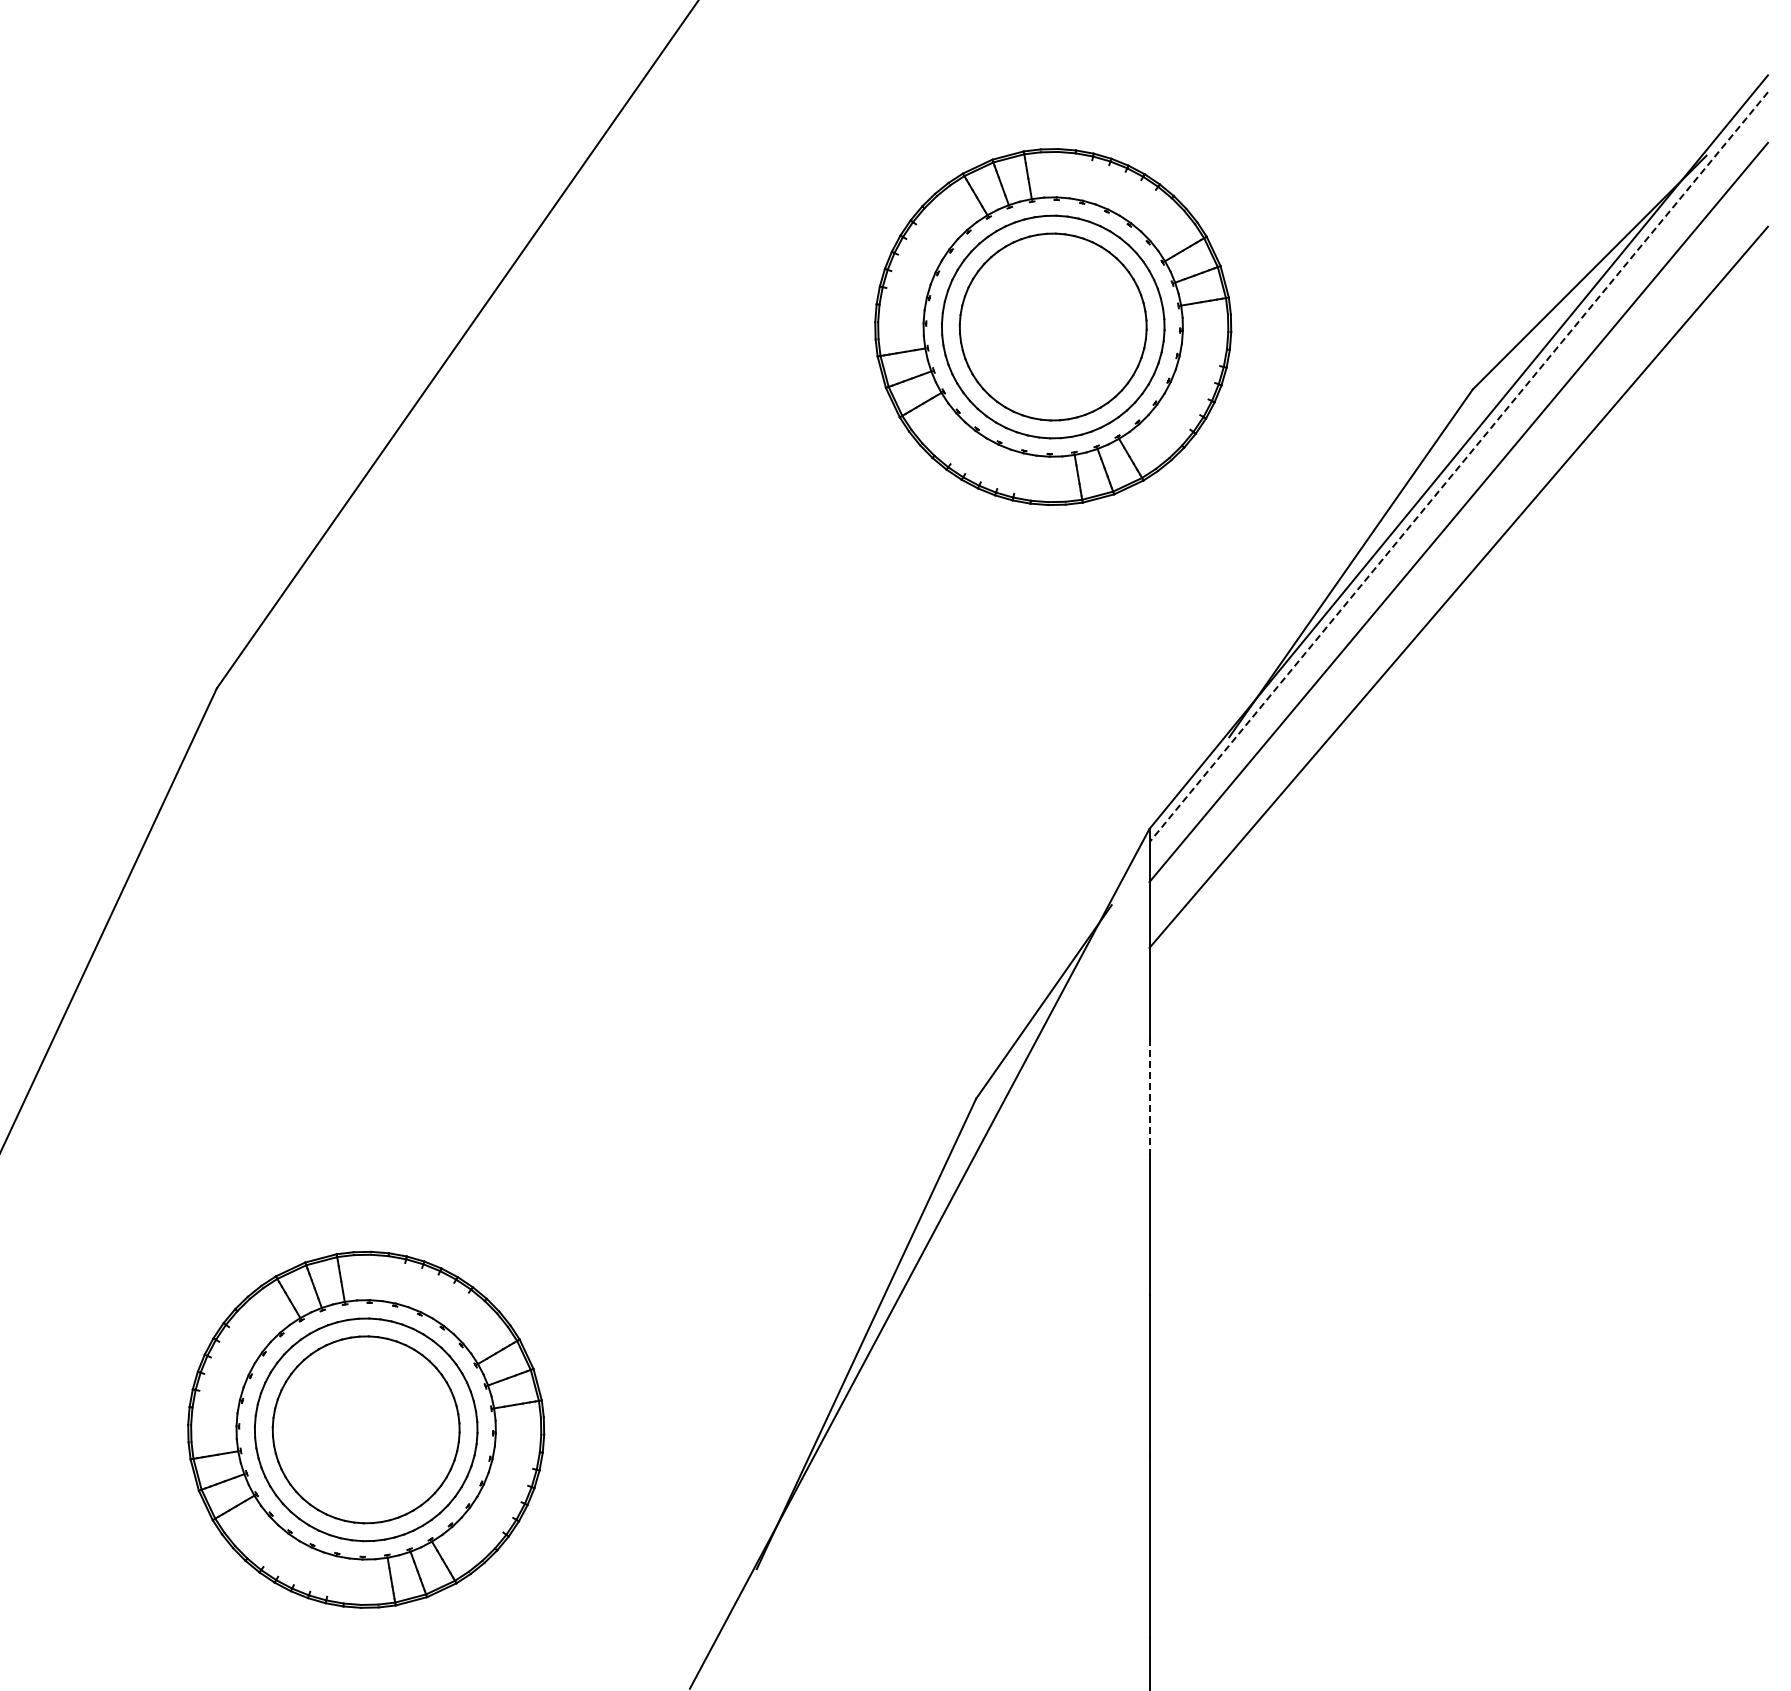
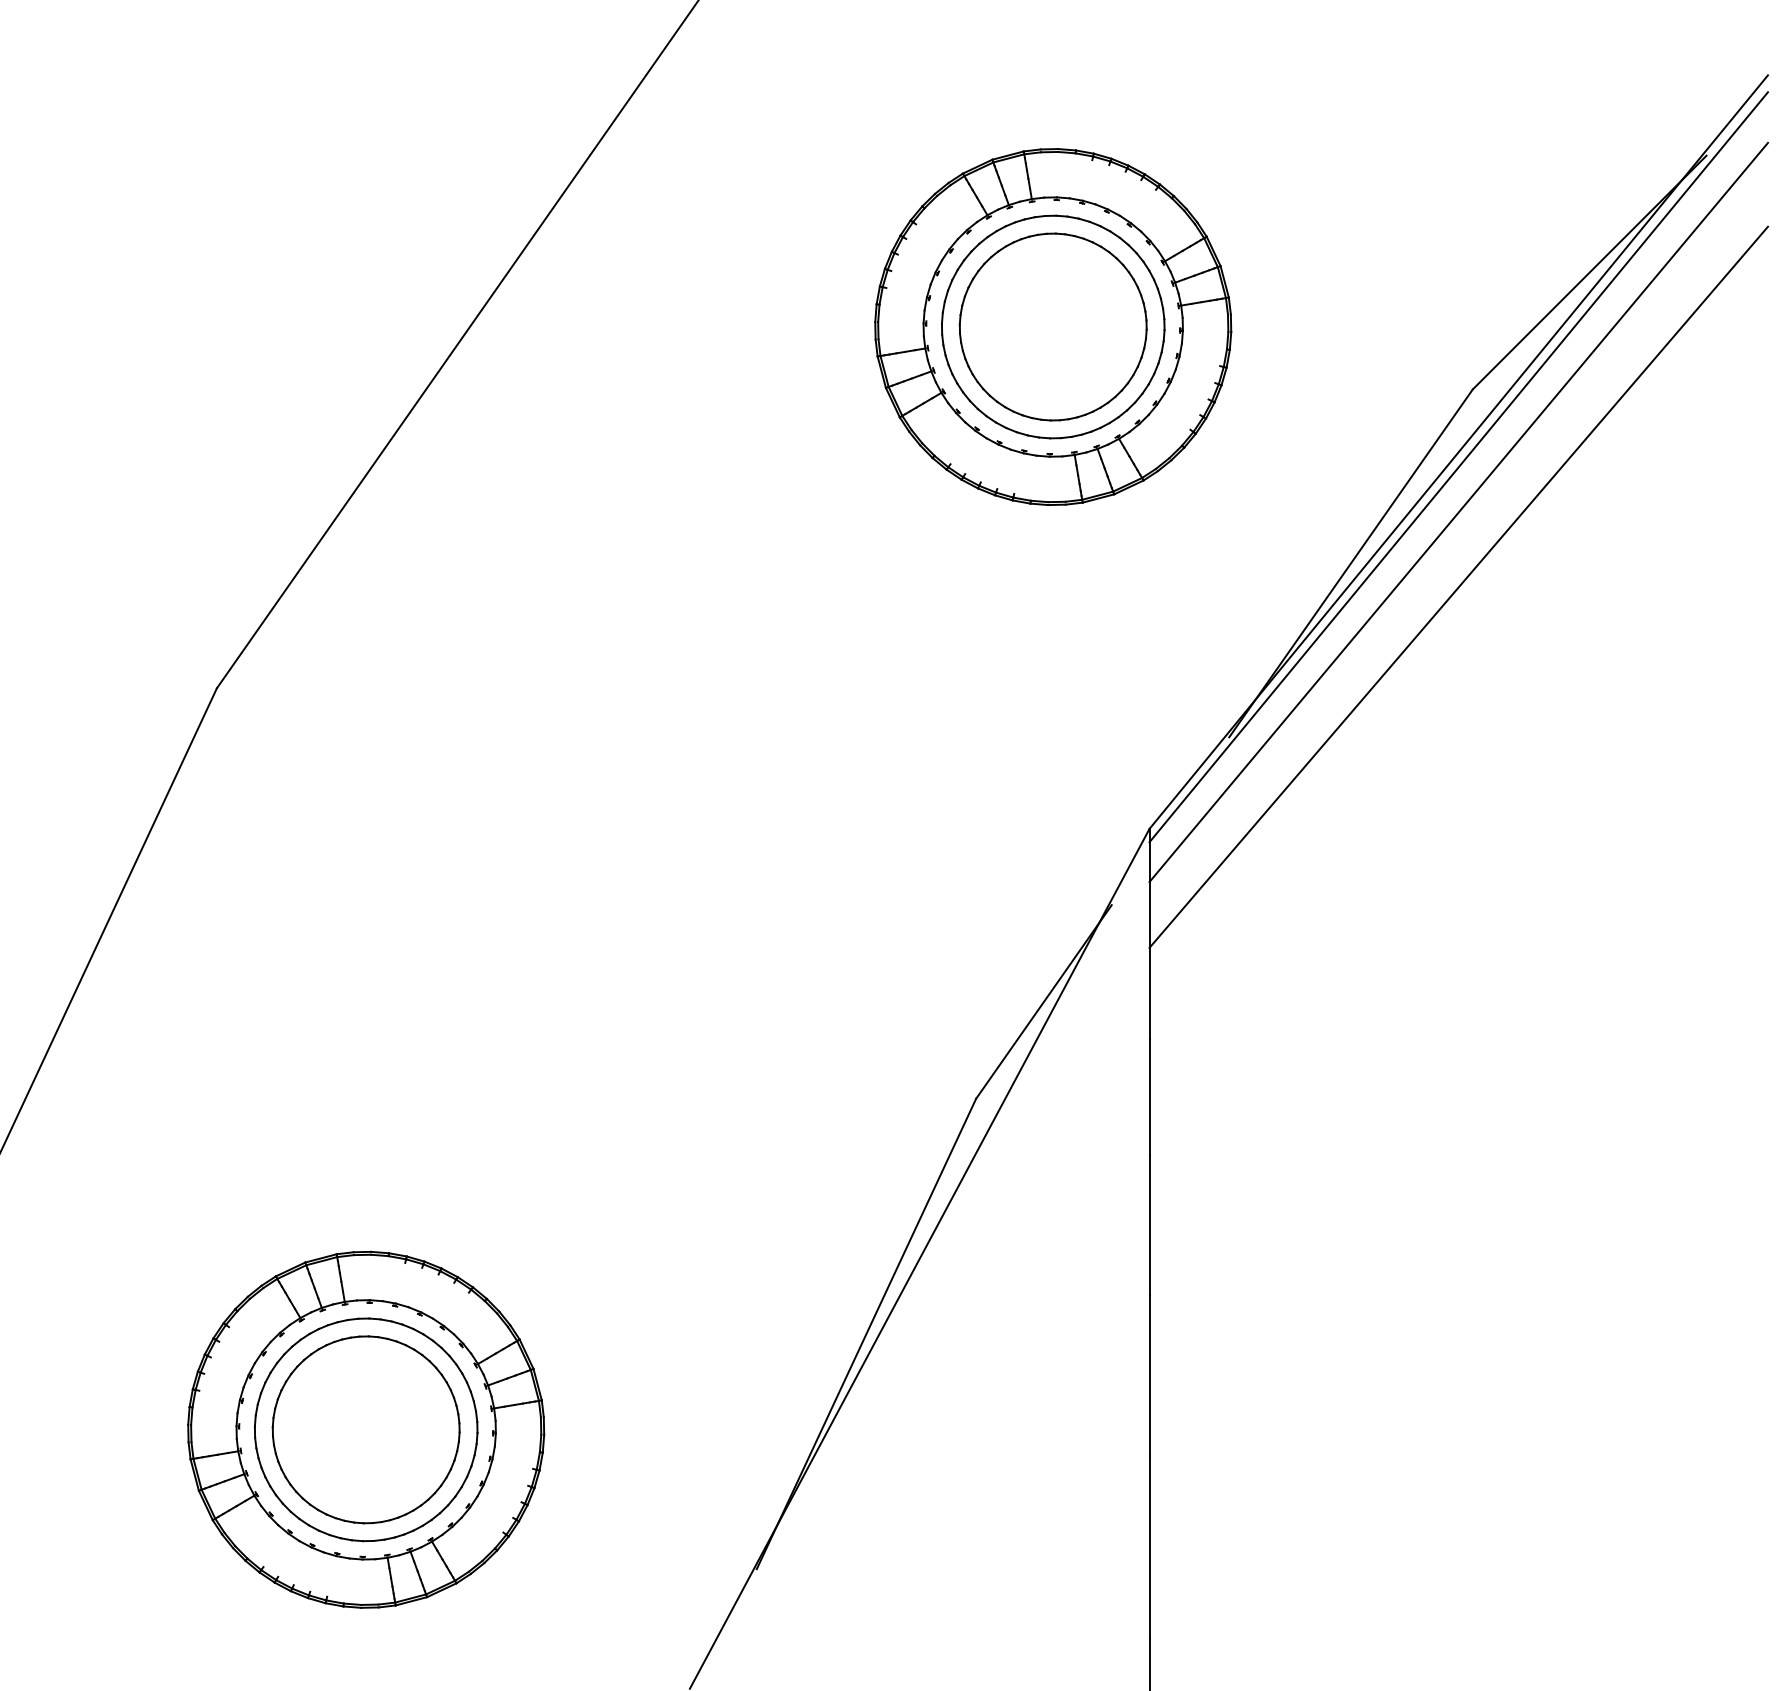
line at (1458, 467): dashed -> solid
line at (1149, 1097): dashed -> solid
